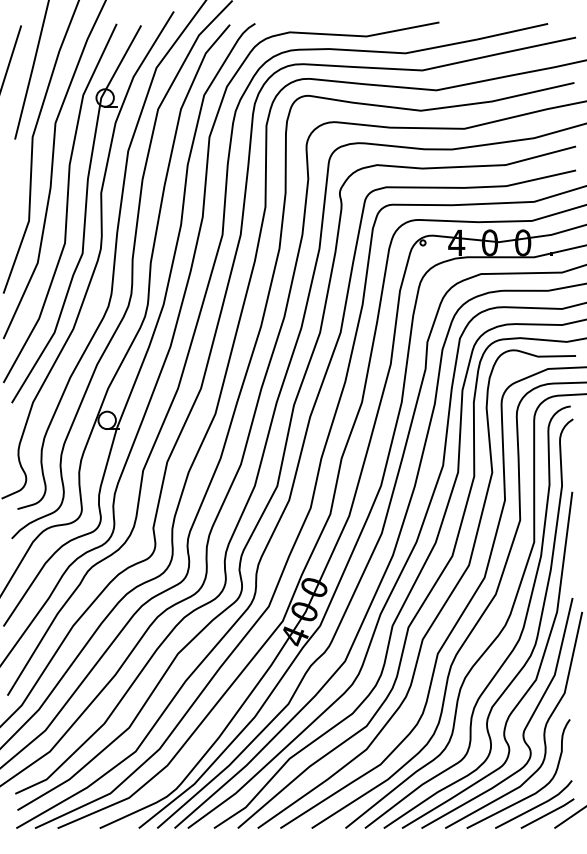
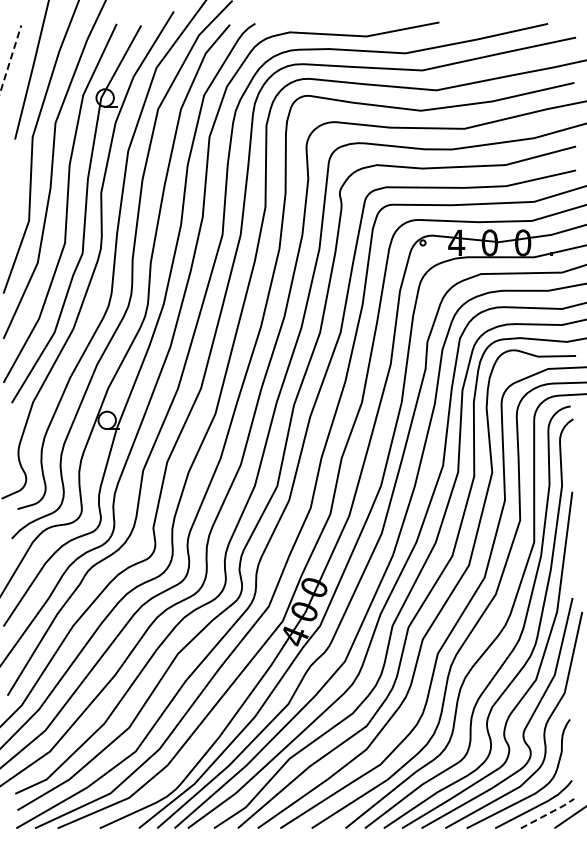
line at (10, 58): solid -> dashed
line at (549, 813): solid -> dashed
